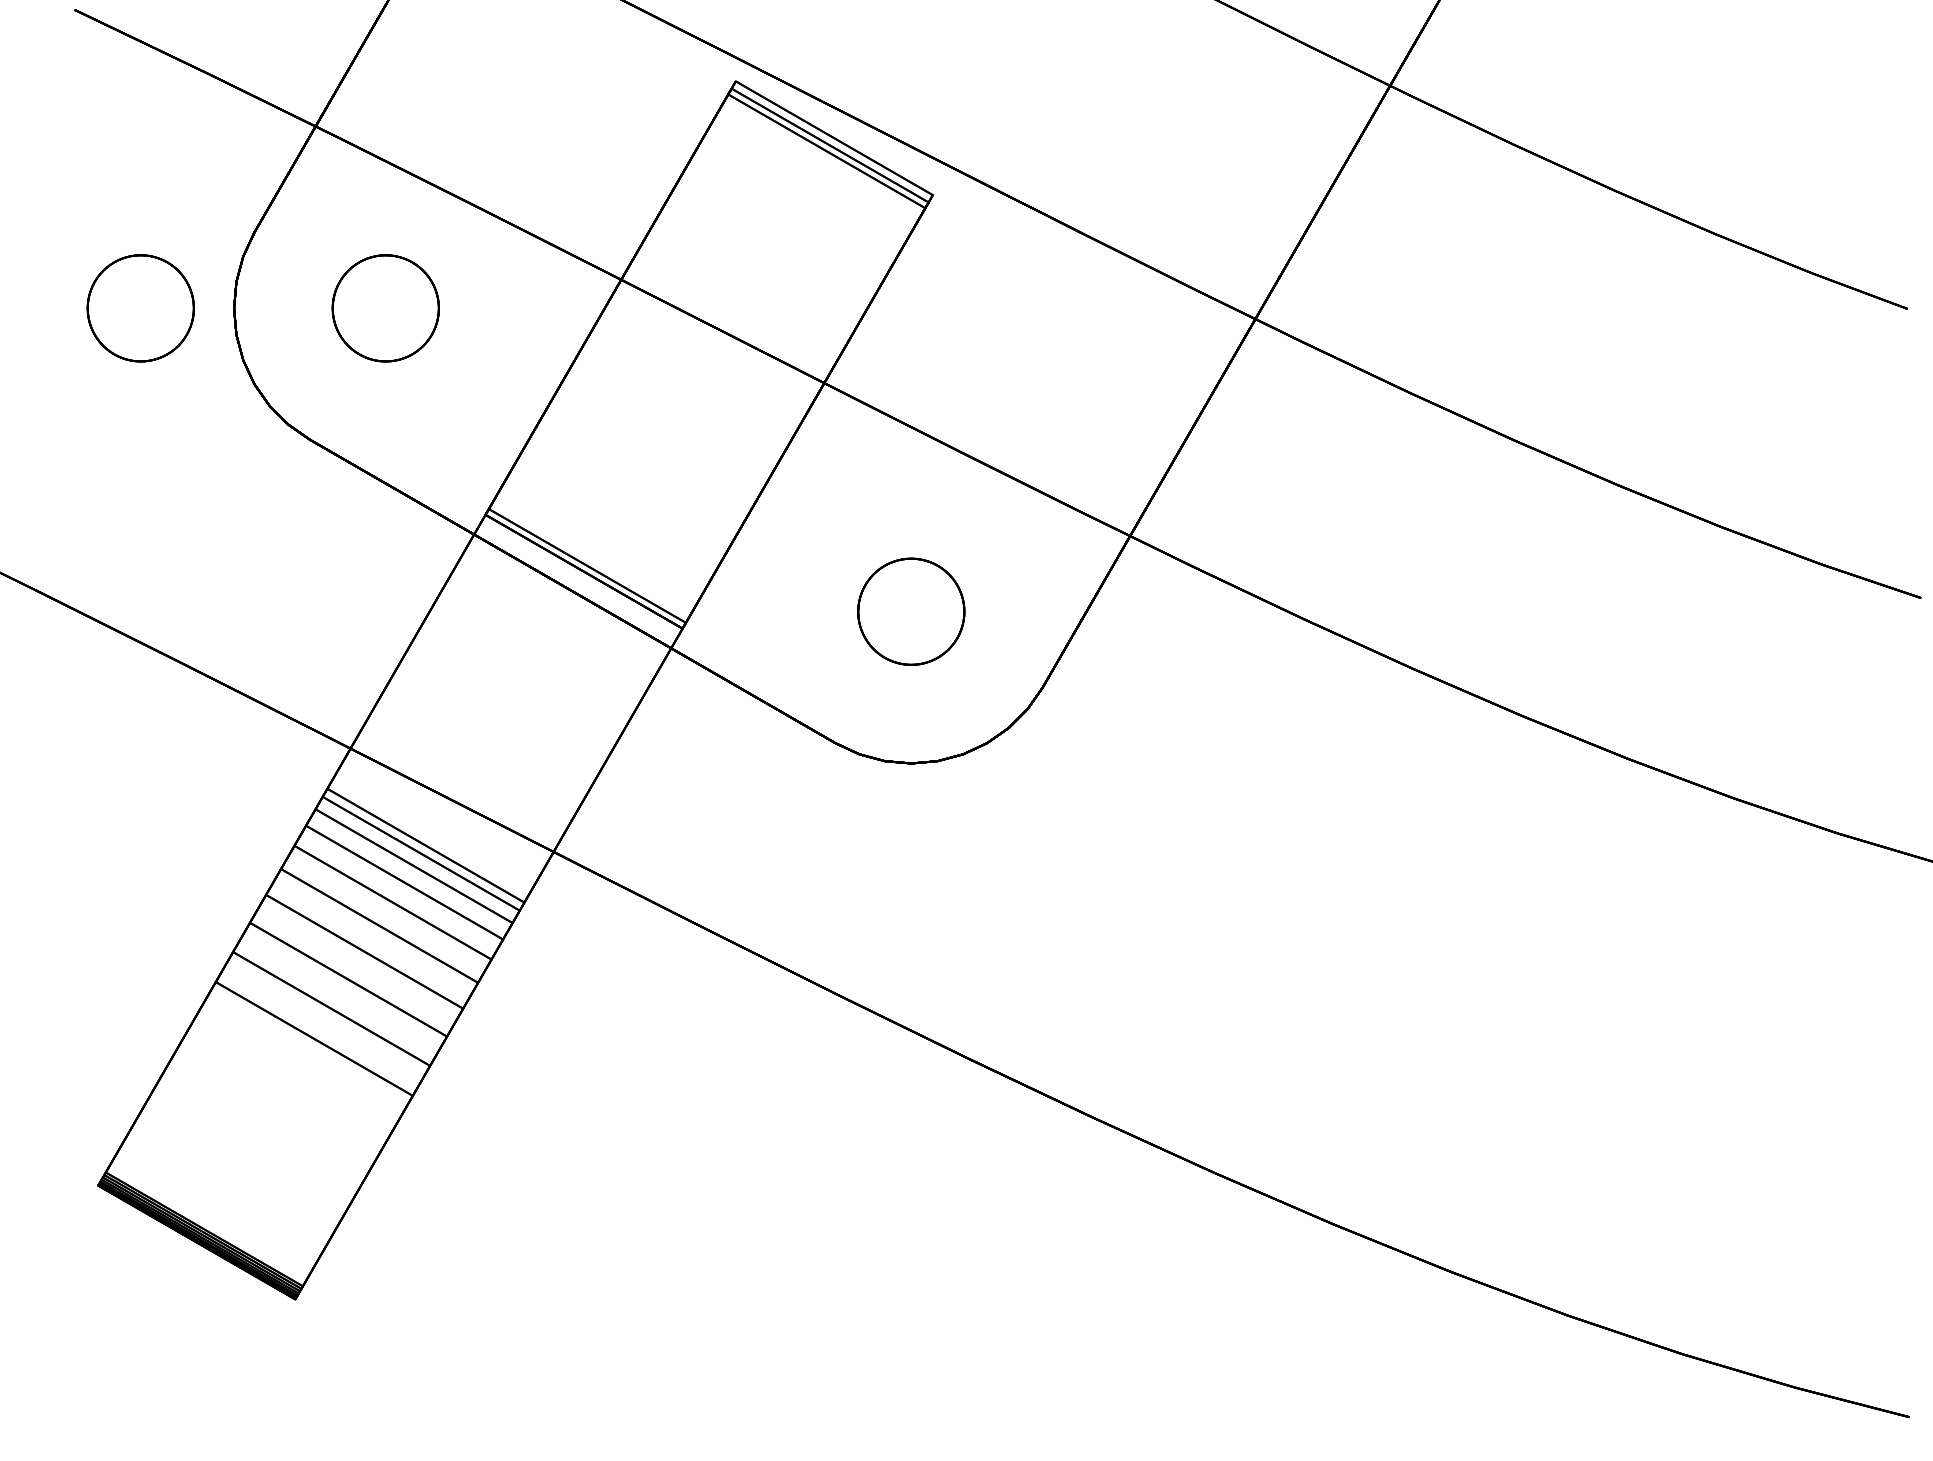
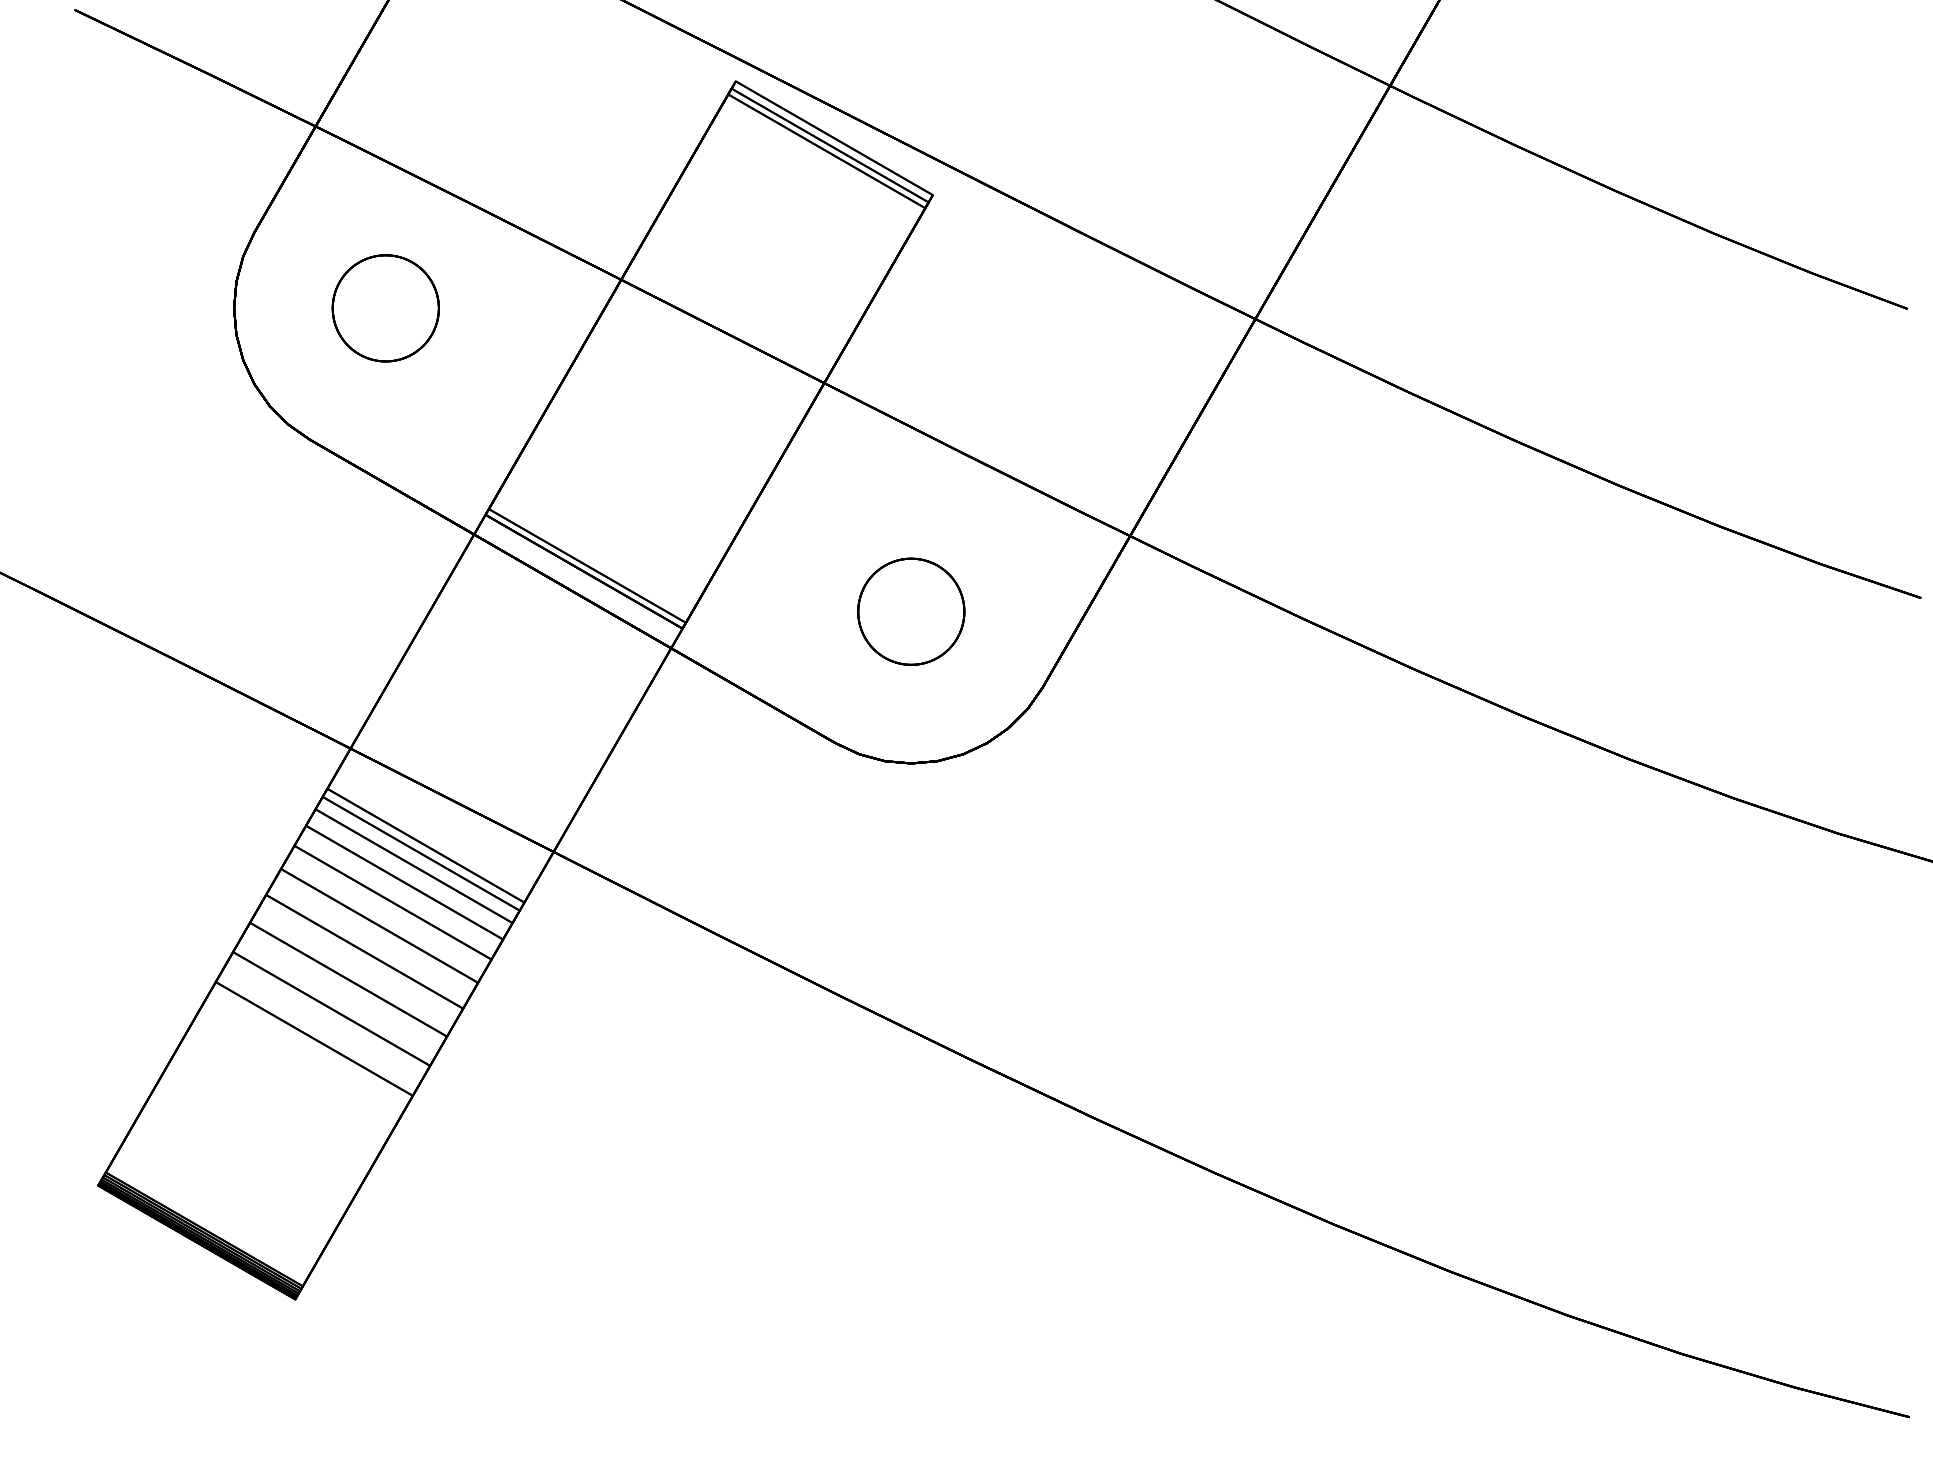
part at (140, 308): present -> none
